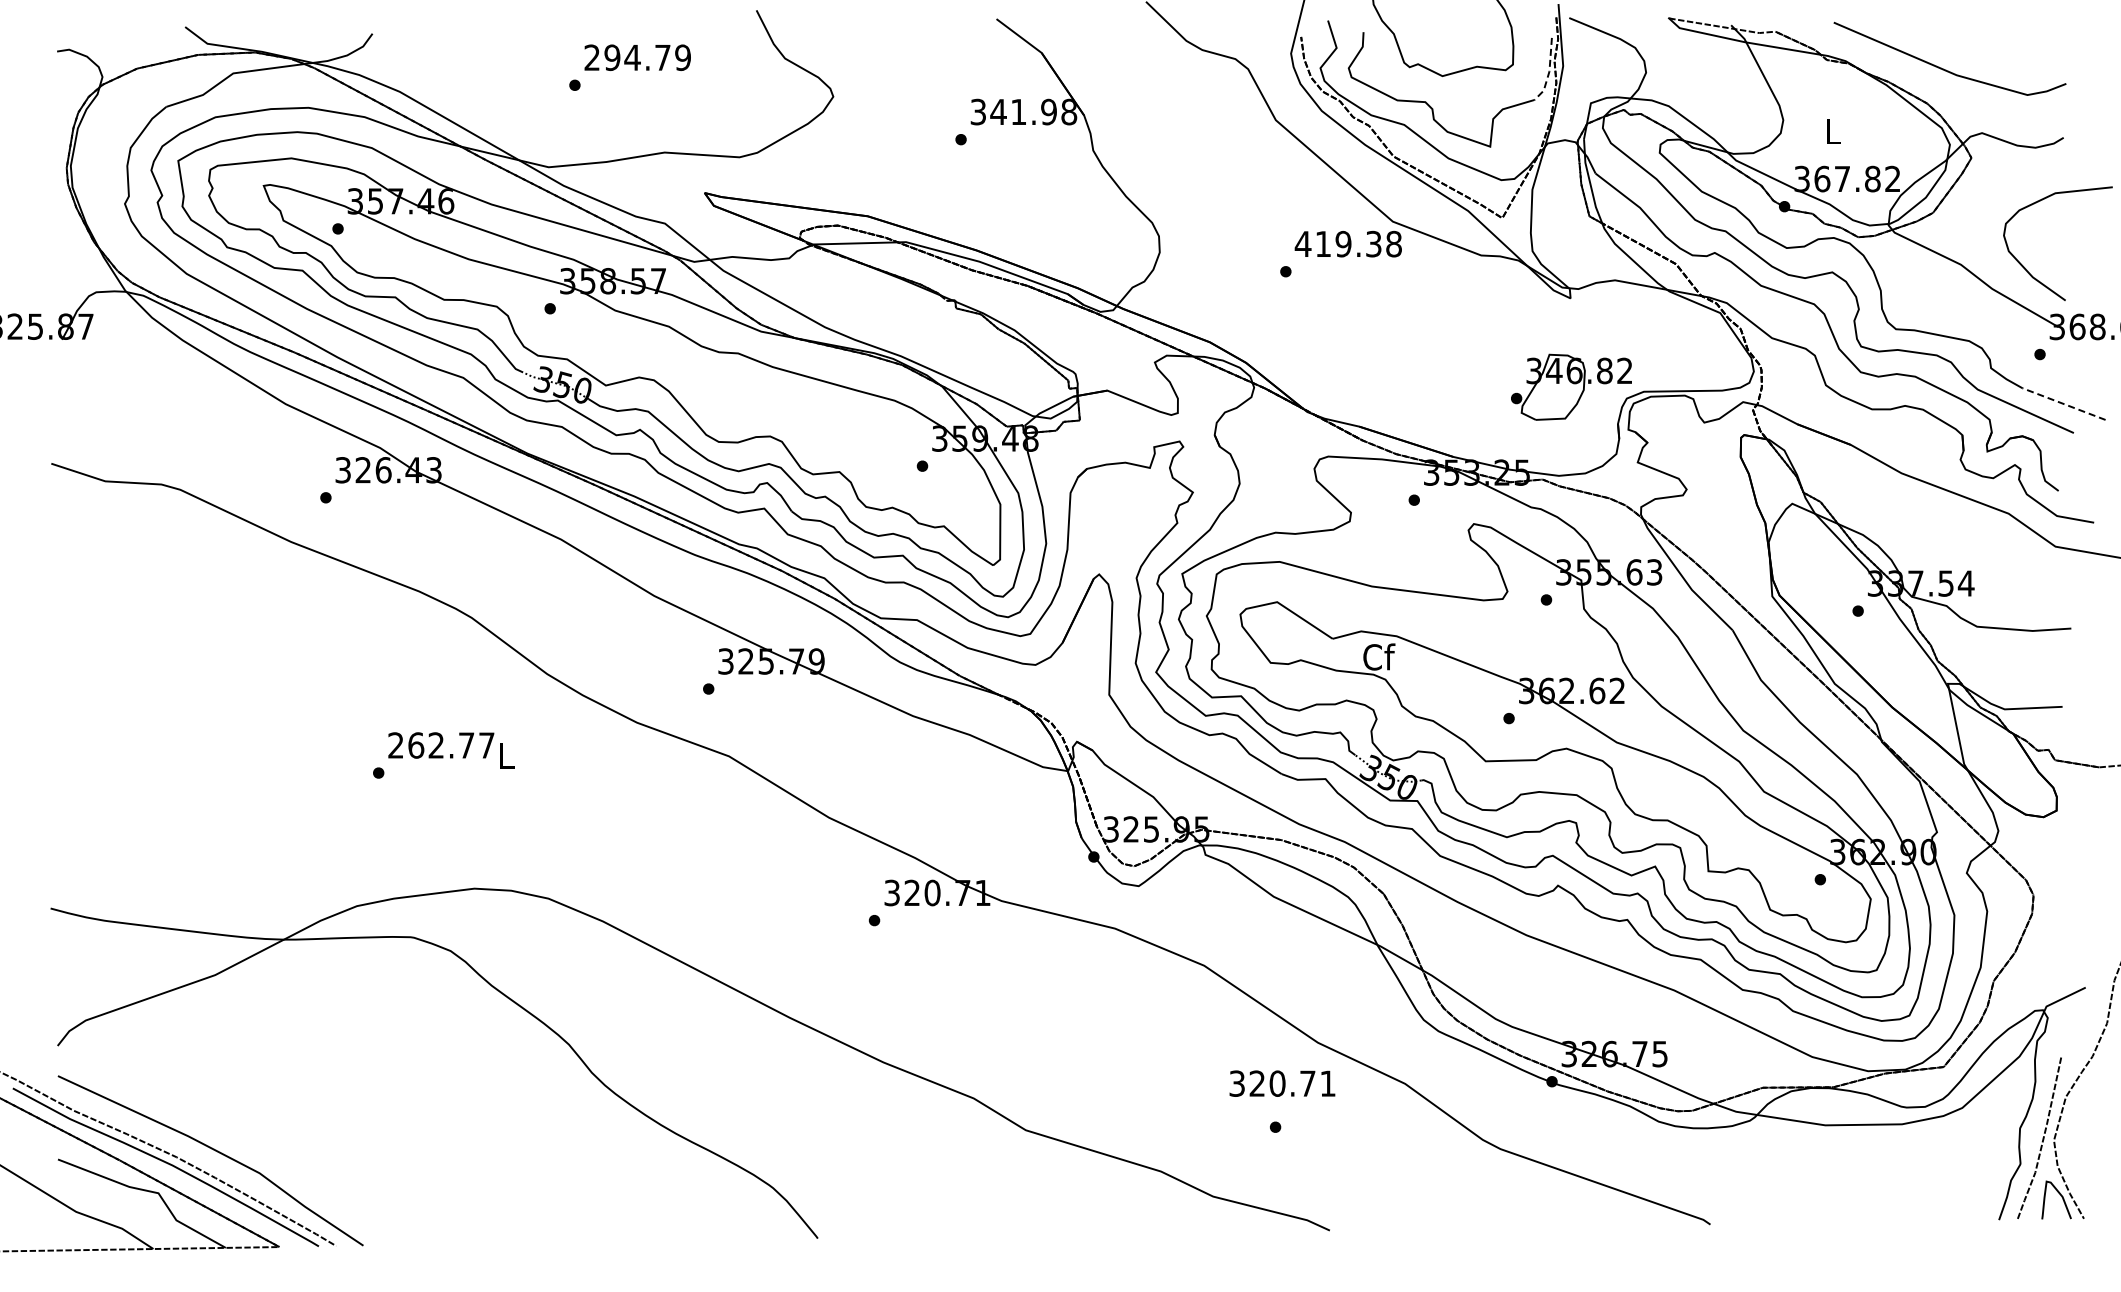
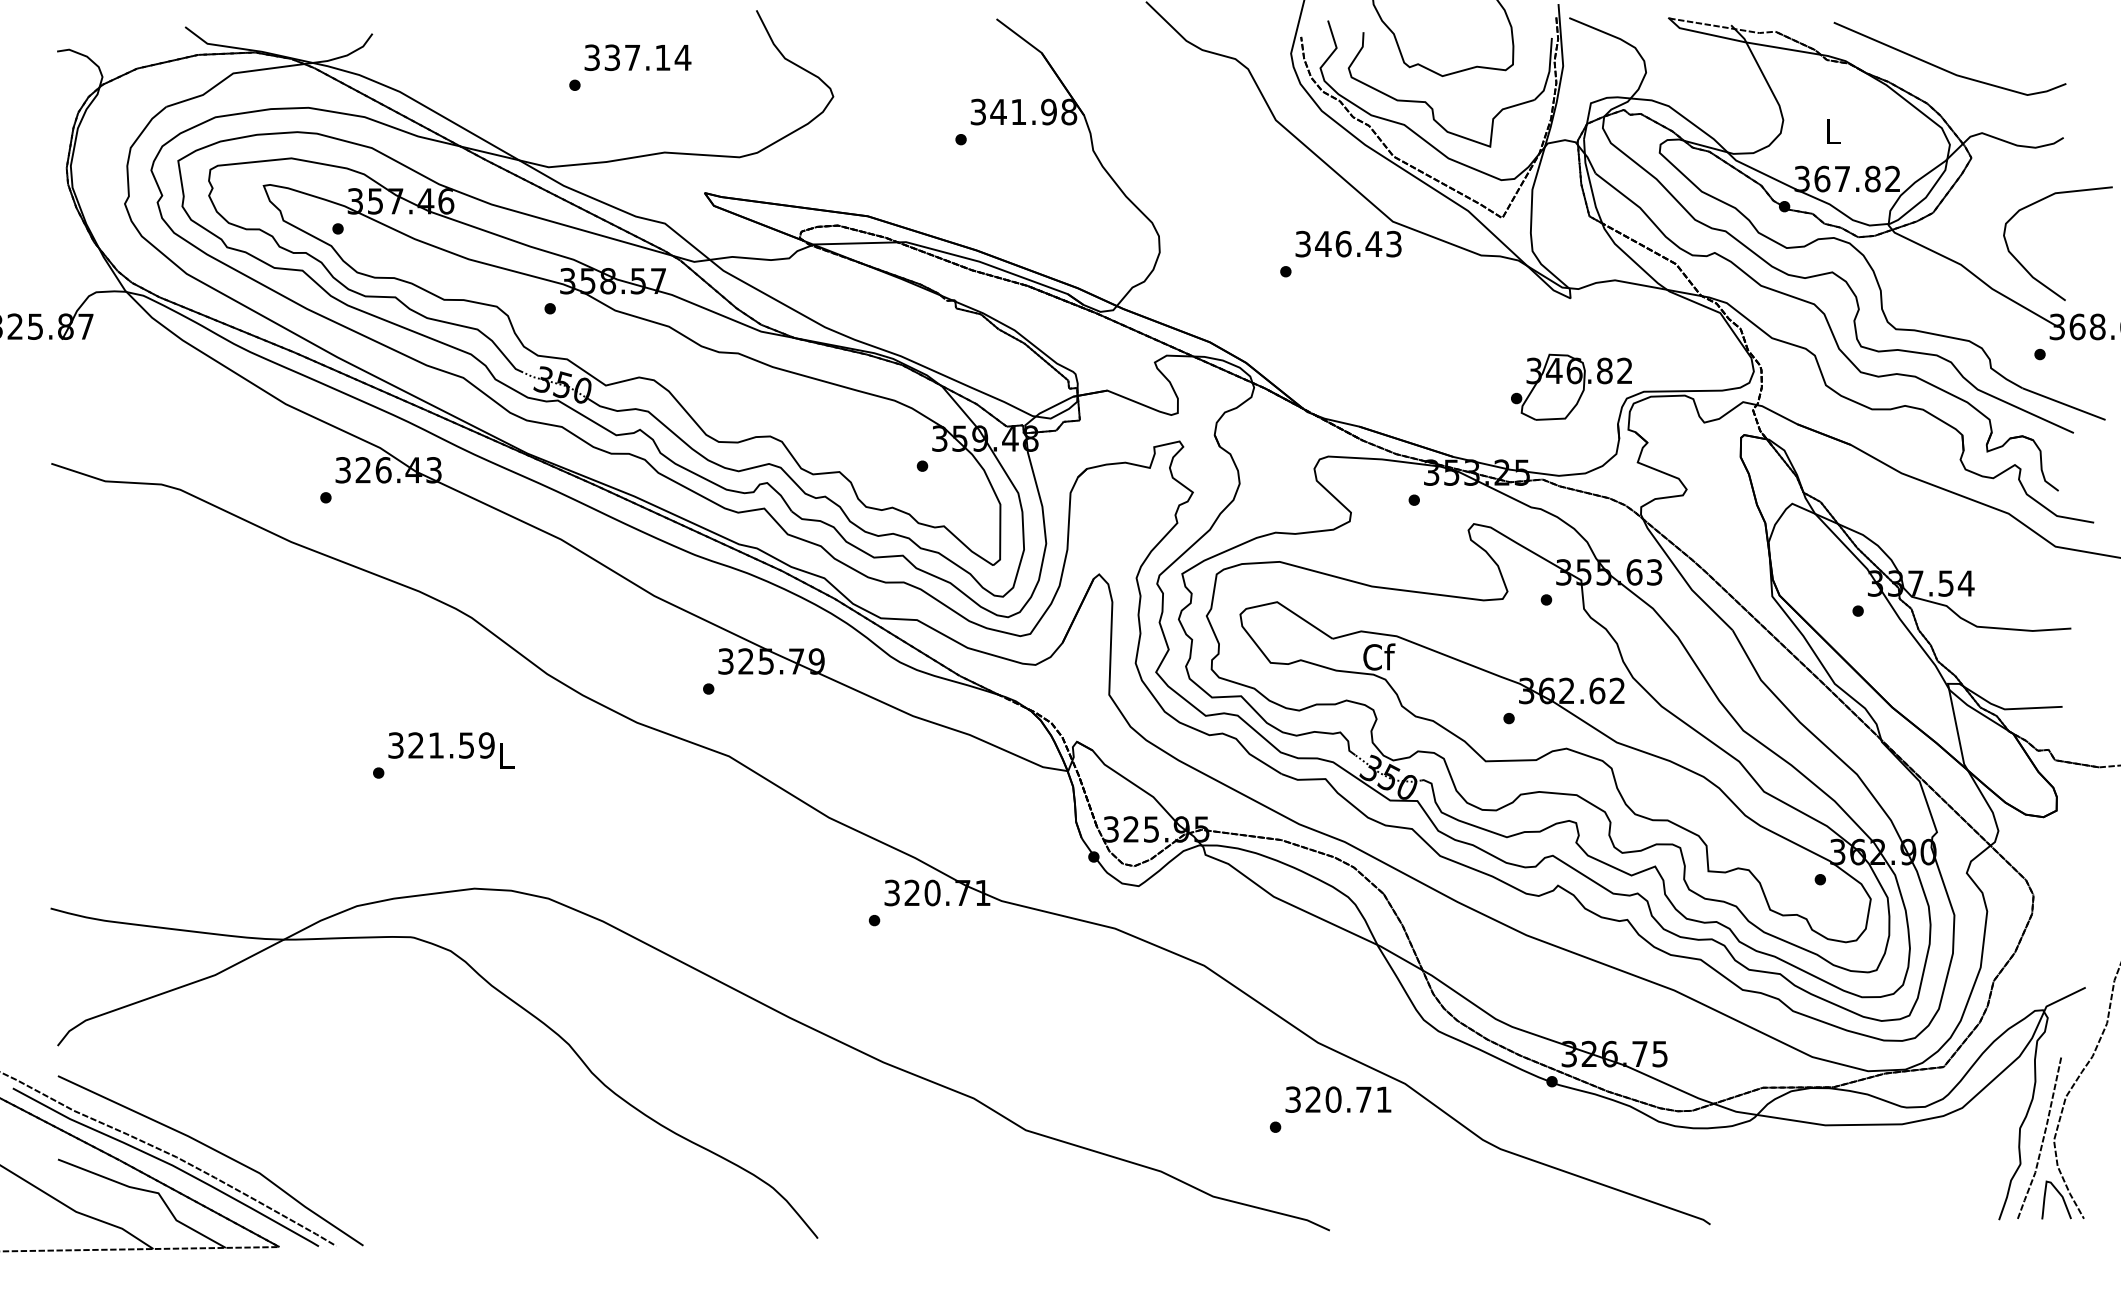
text at (637, 57): 294.79 -> 337.14
line at (1549, 72): dashed -> solid
text at (1347, 243): 419.38 -> 346.43
line at (2063, 403): dashed -> solid
text at (441, 745): 262.77 -> 321.59
text at (1282, 1083) position: (1282, 1083) -> (1338, 1099)
